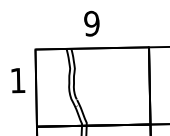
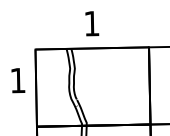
text at (91, 23): 9 -> 1
